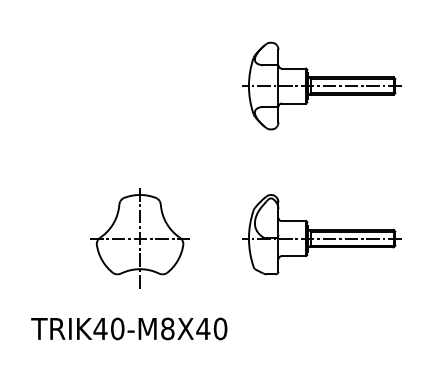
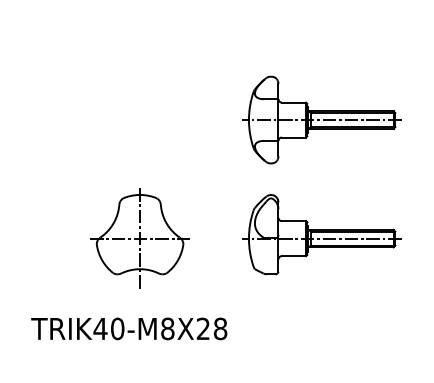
part at (321, 85) position: (321, 85) -> (321, 119)
text at (211, 328): TRIK40-M8X40 -> TRIK40-M8X28
